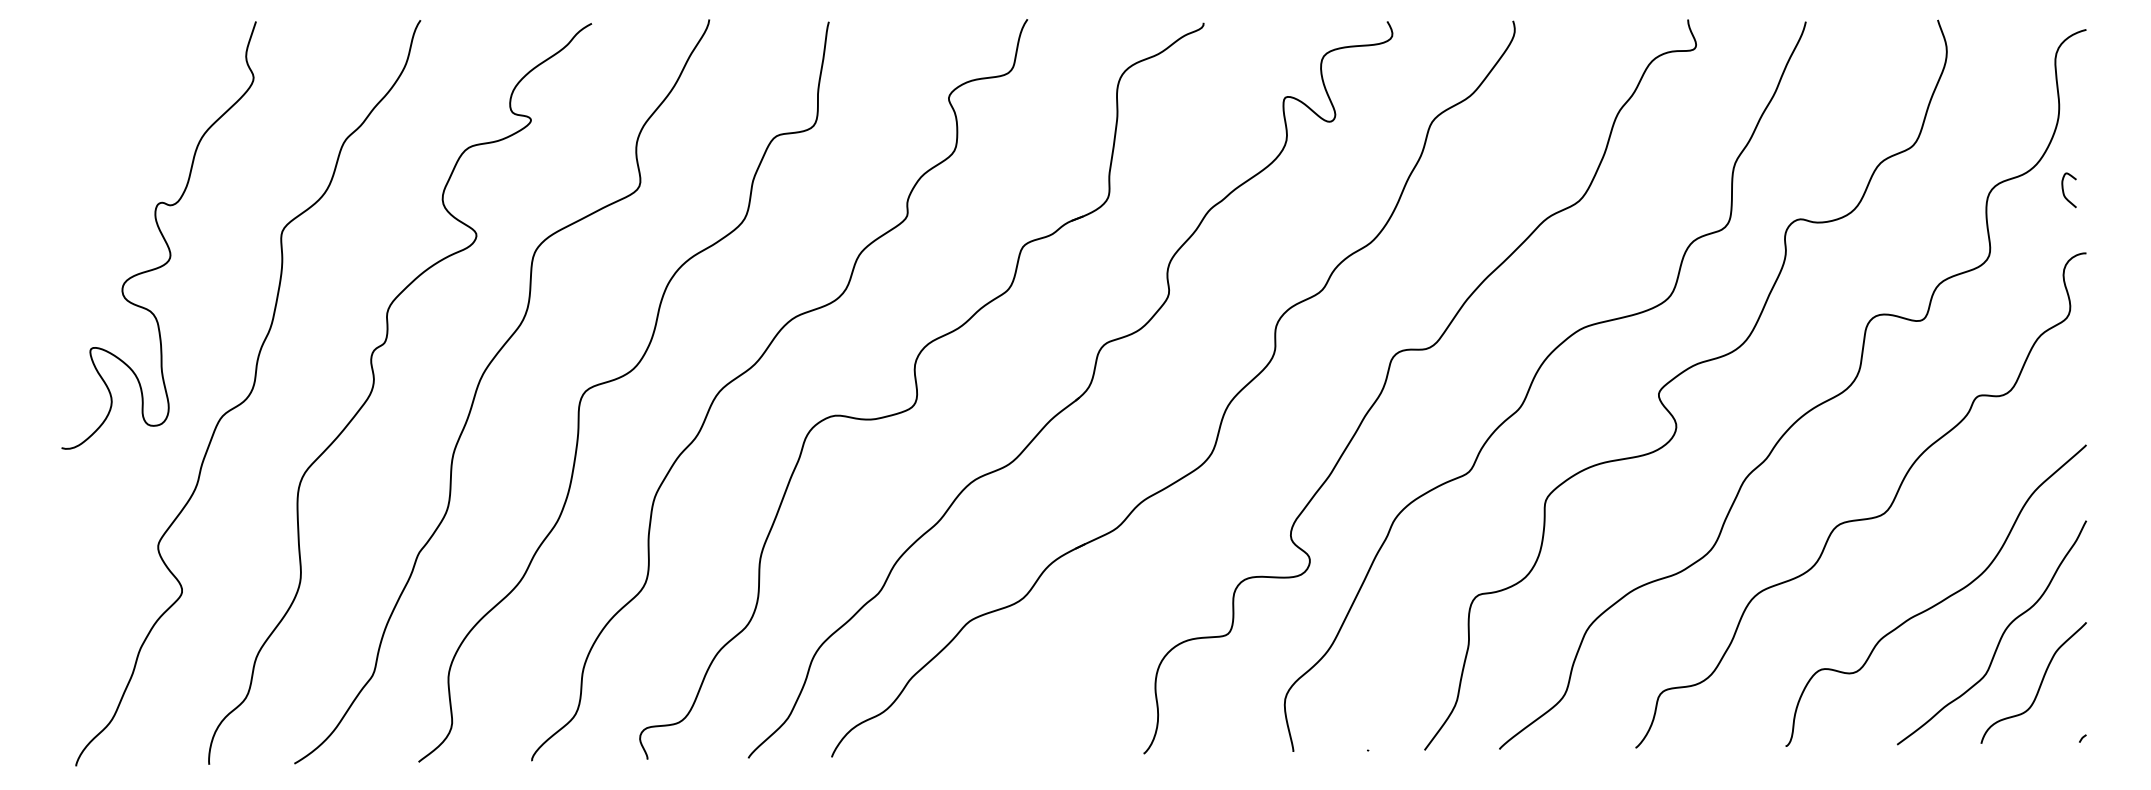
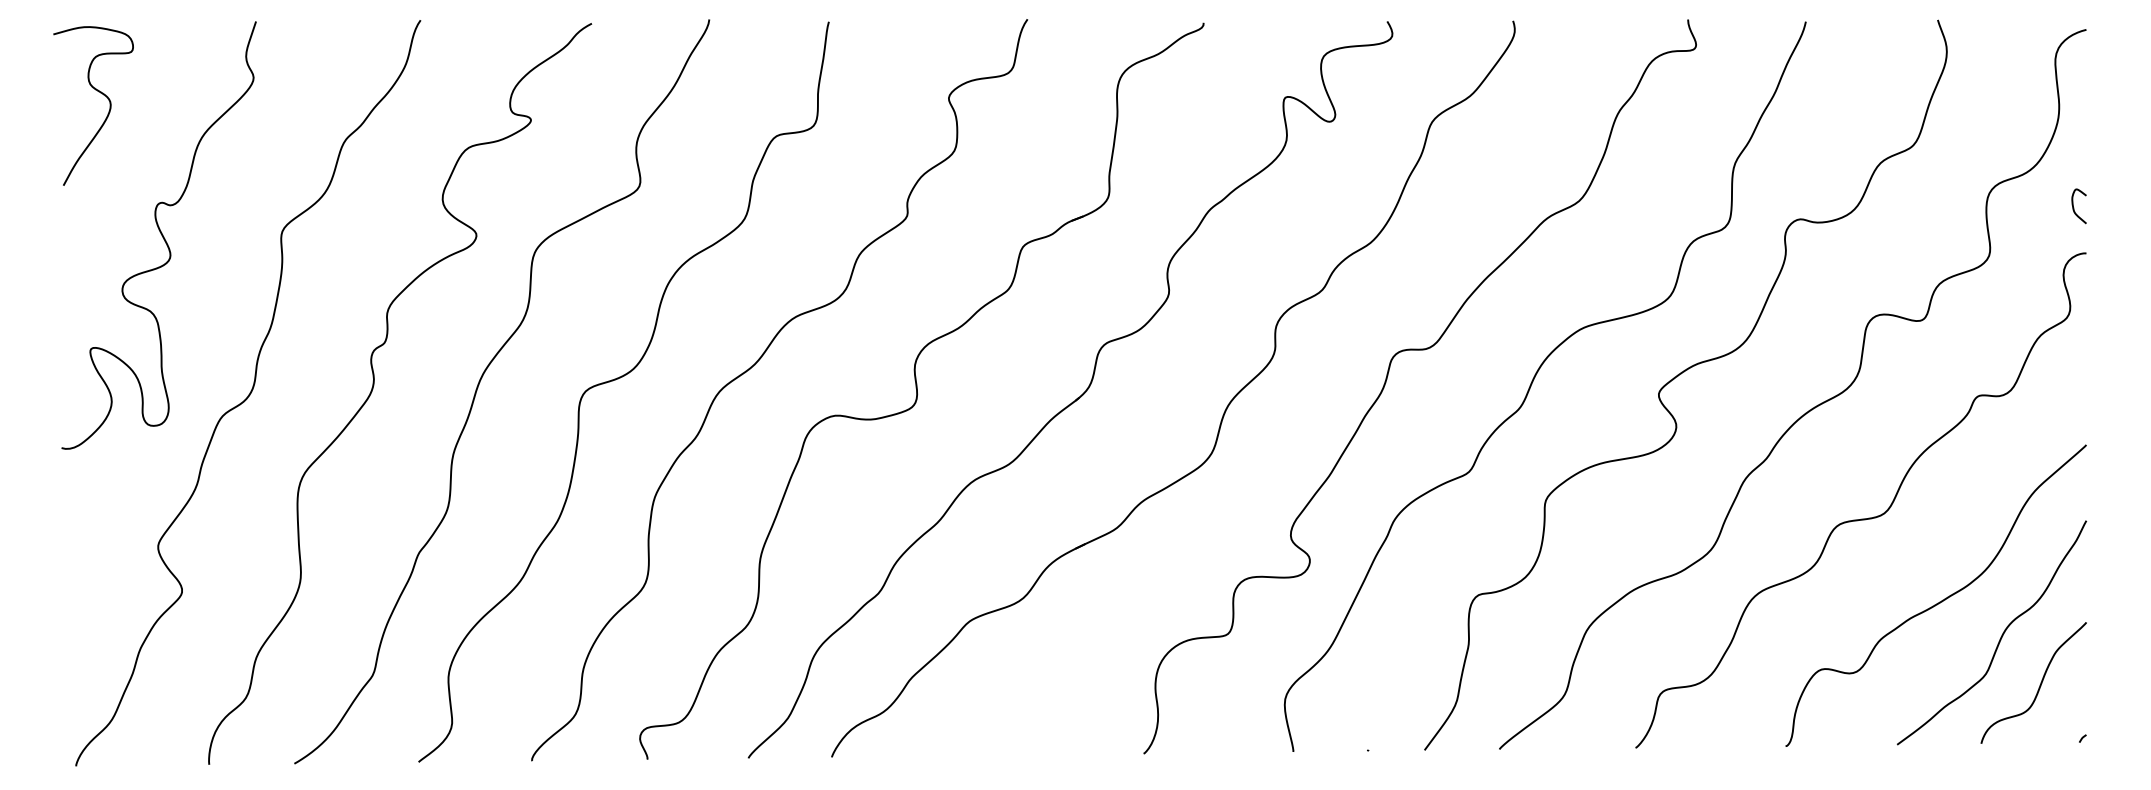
curve at (100, 93): none -> present
curve at (2064, 191) position: (2064, 191) -> (2074, 207)
